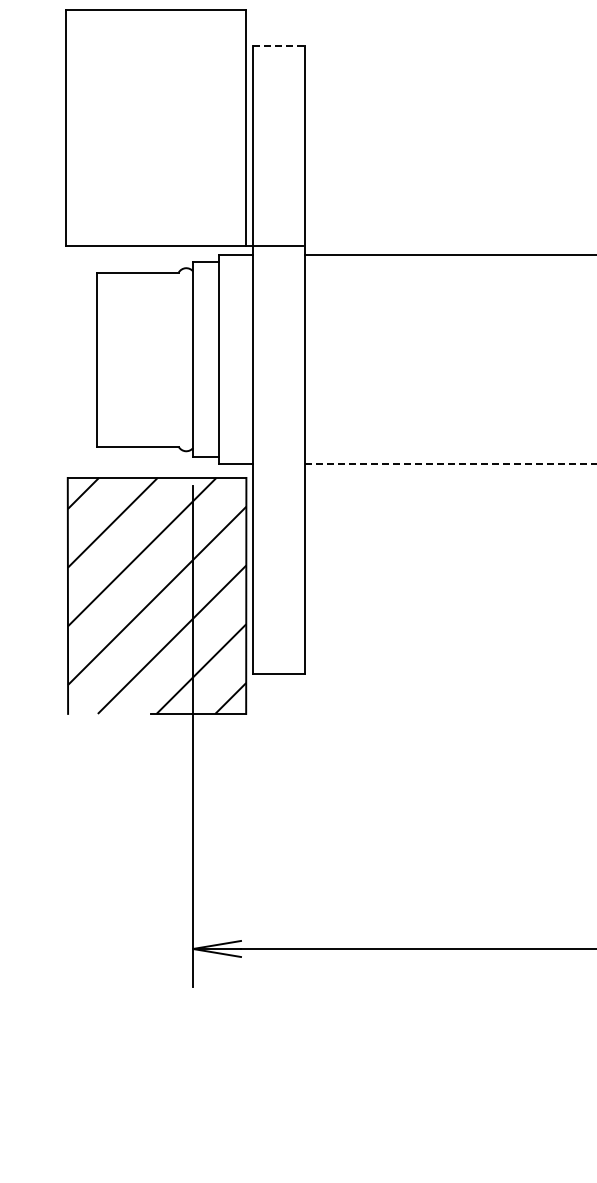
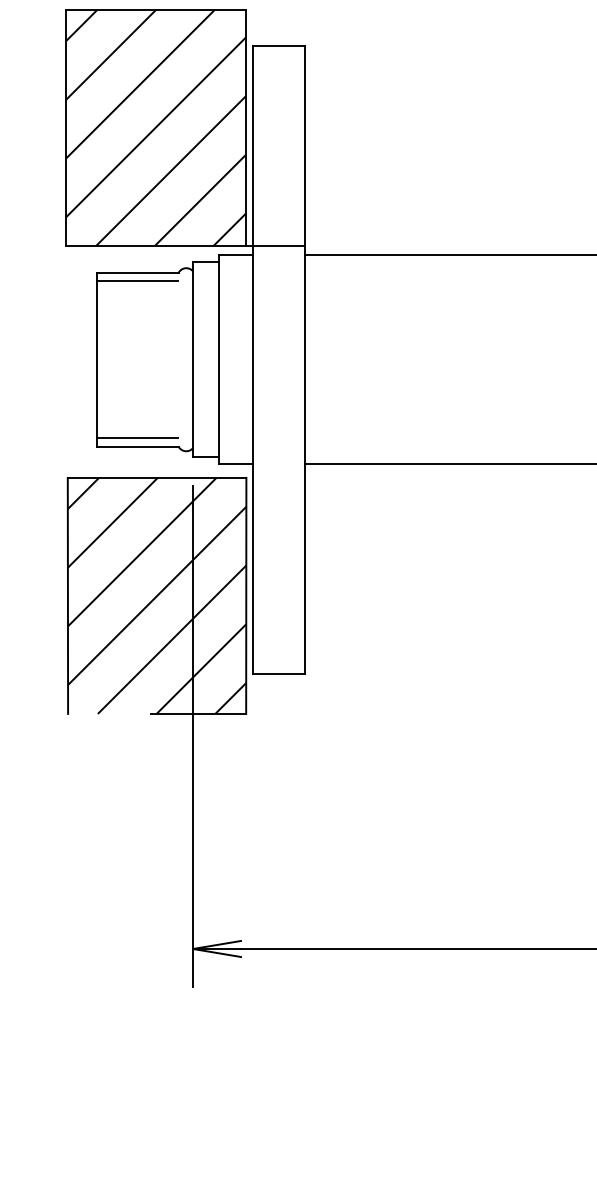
line at (279, 45): dashed -> solid
hatch at (156, 128): none -> present
line at (137, 281): none -> present
line at (137, 438): none -> present
line at (450, 464): dashed -> solid
